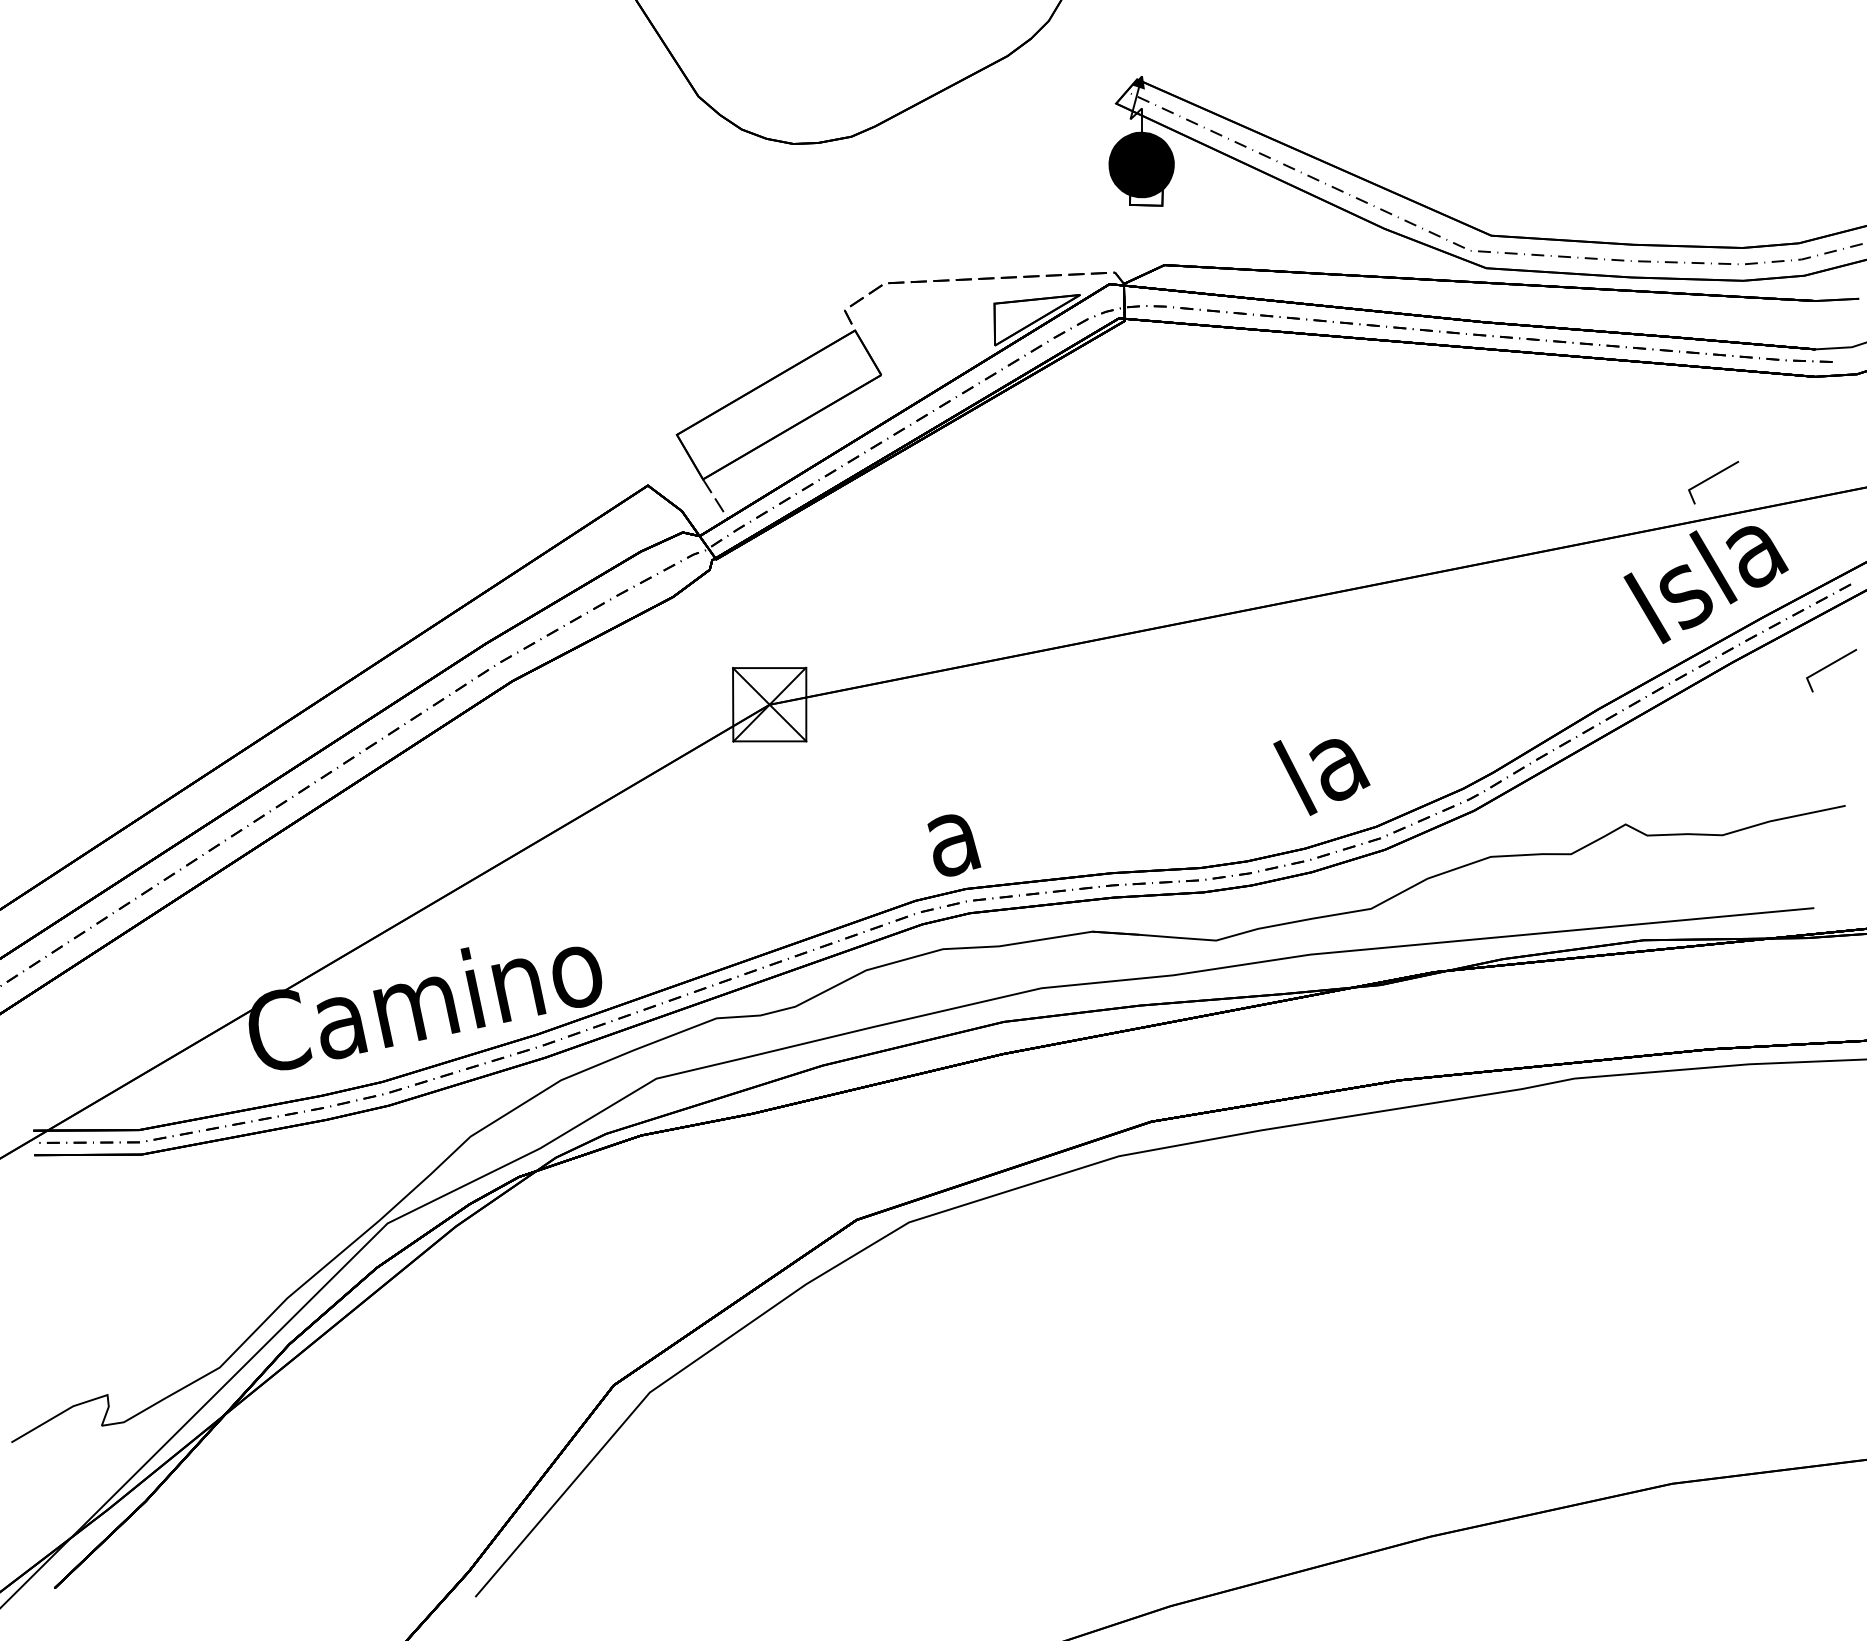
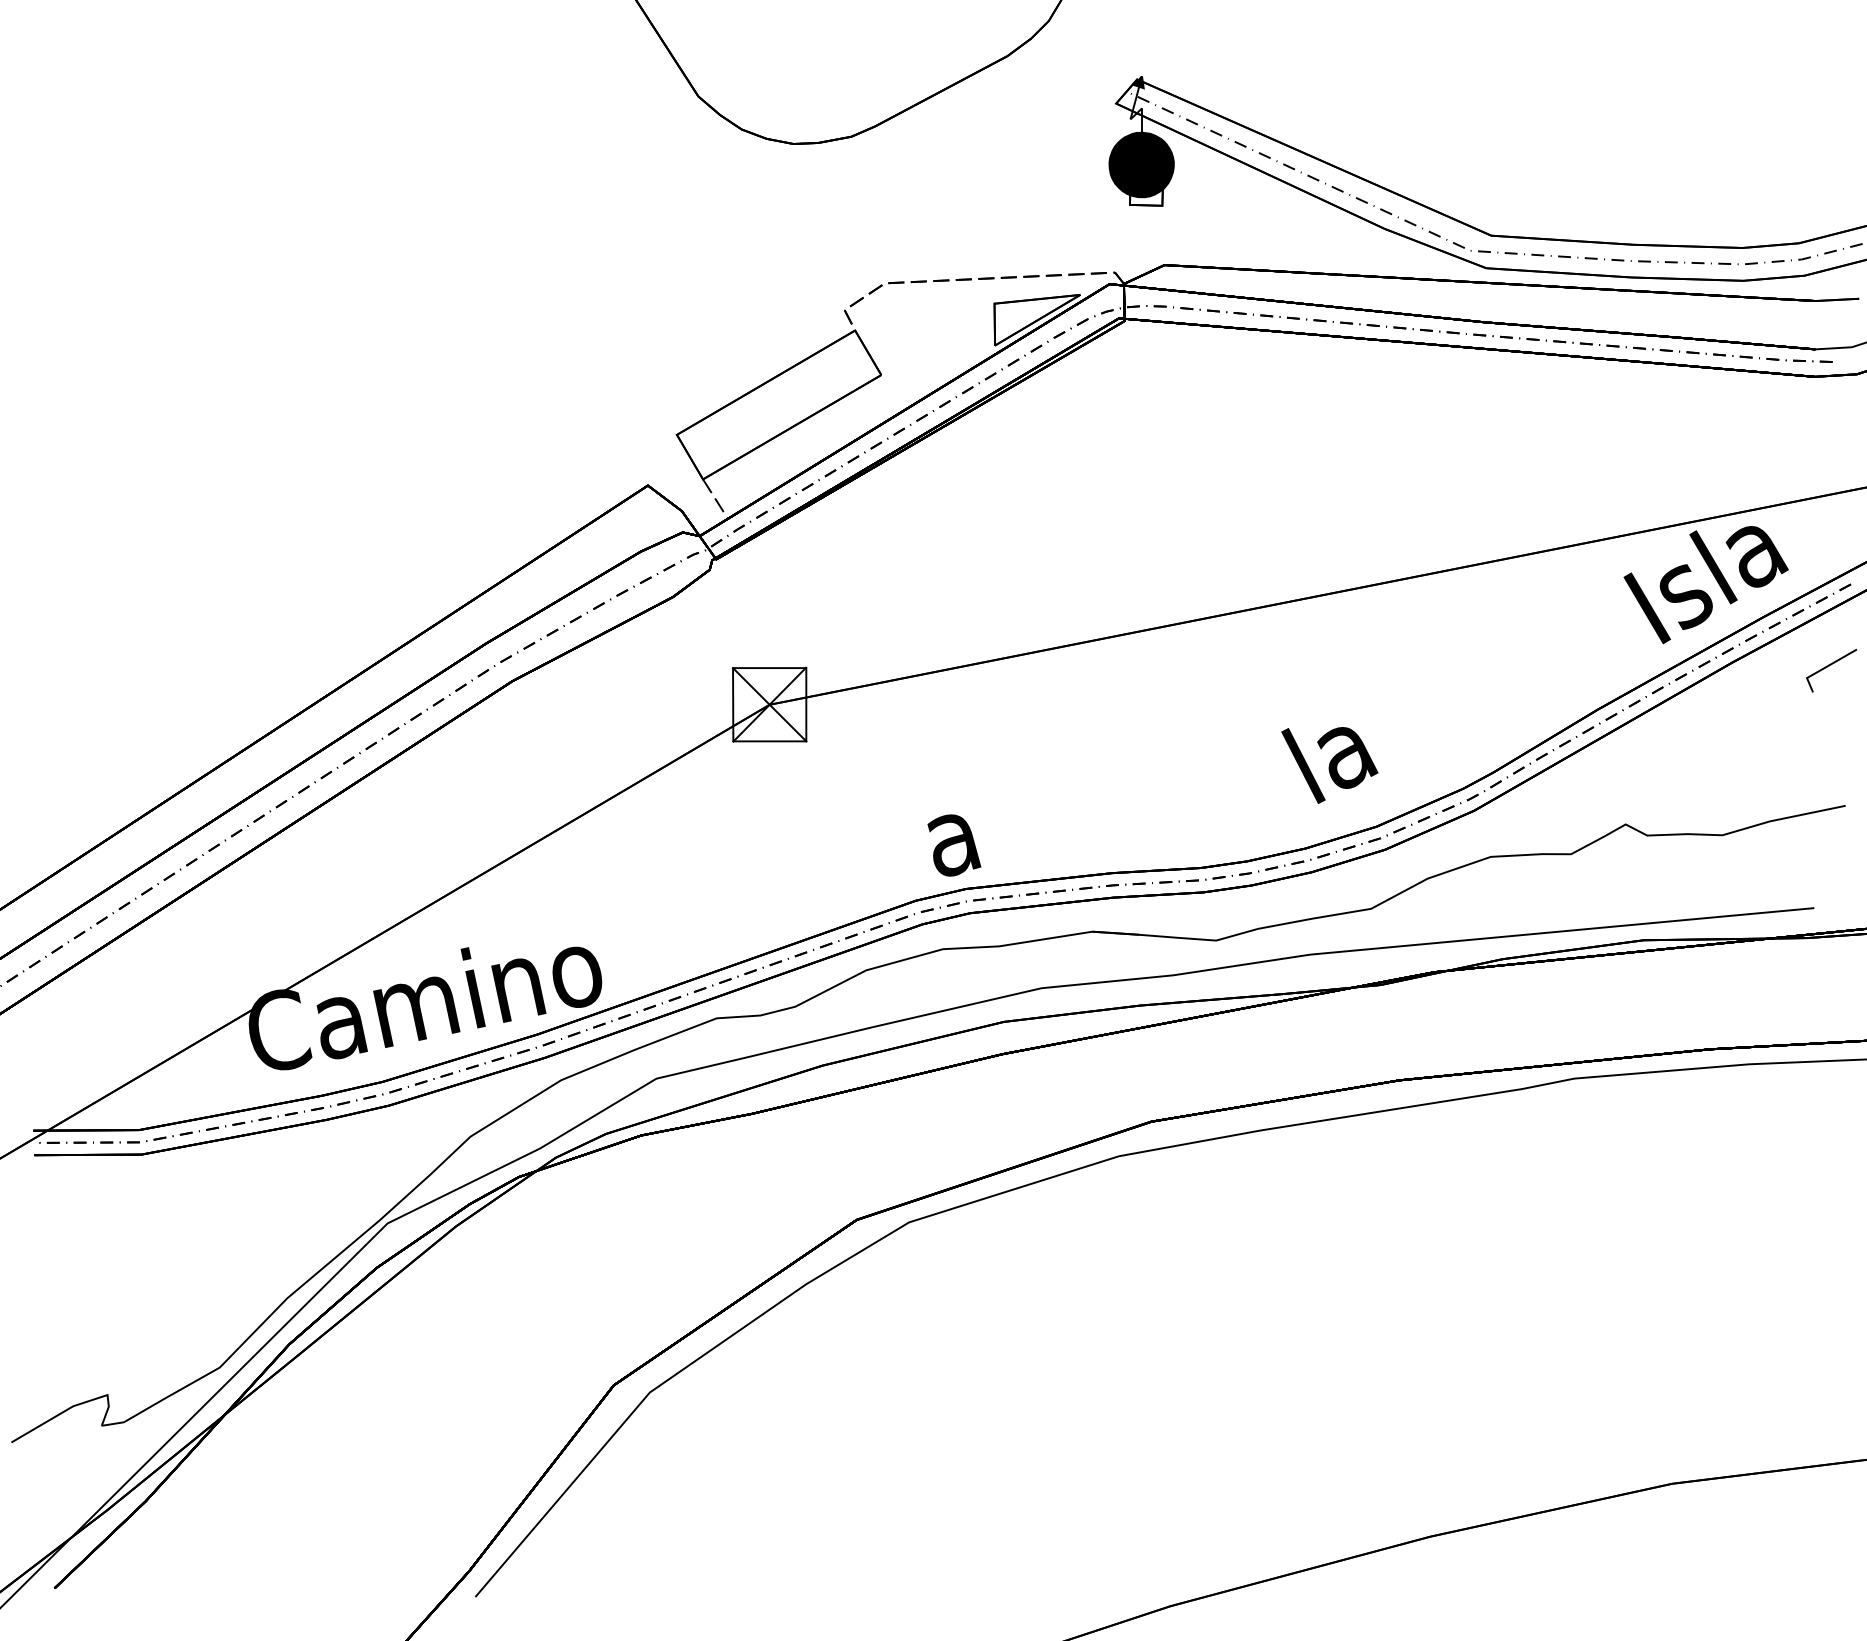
line at (1711, 478): present -> none
text at (1321, 777) position: (1321, 777) -> (1329, 765)
